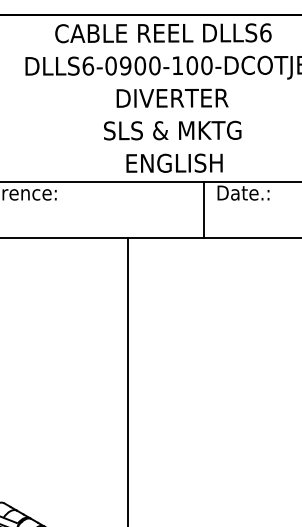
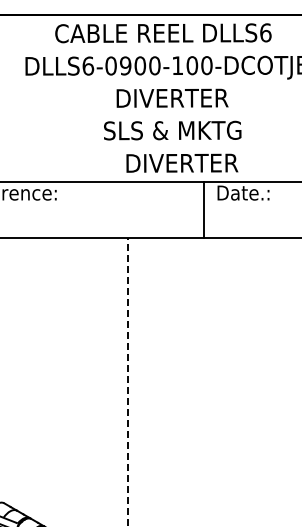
text at (183, 162): ENGLISH -> DIVERTER
line at (127, 381): solid -> dashed
